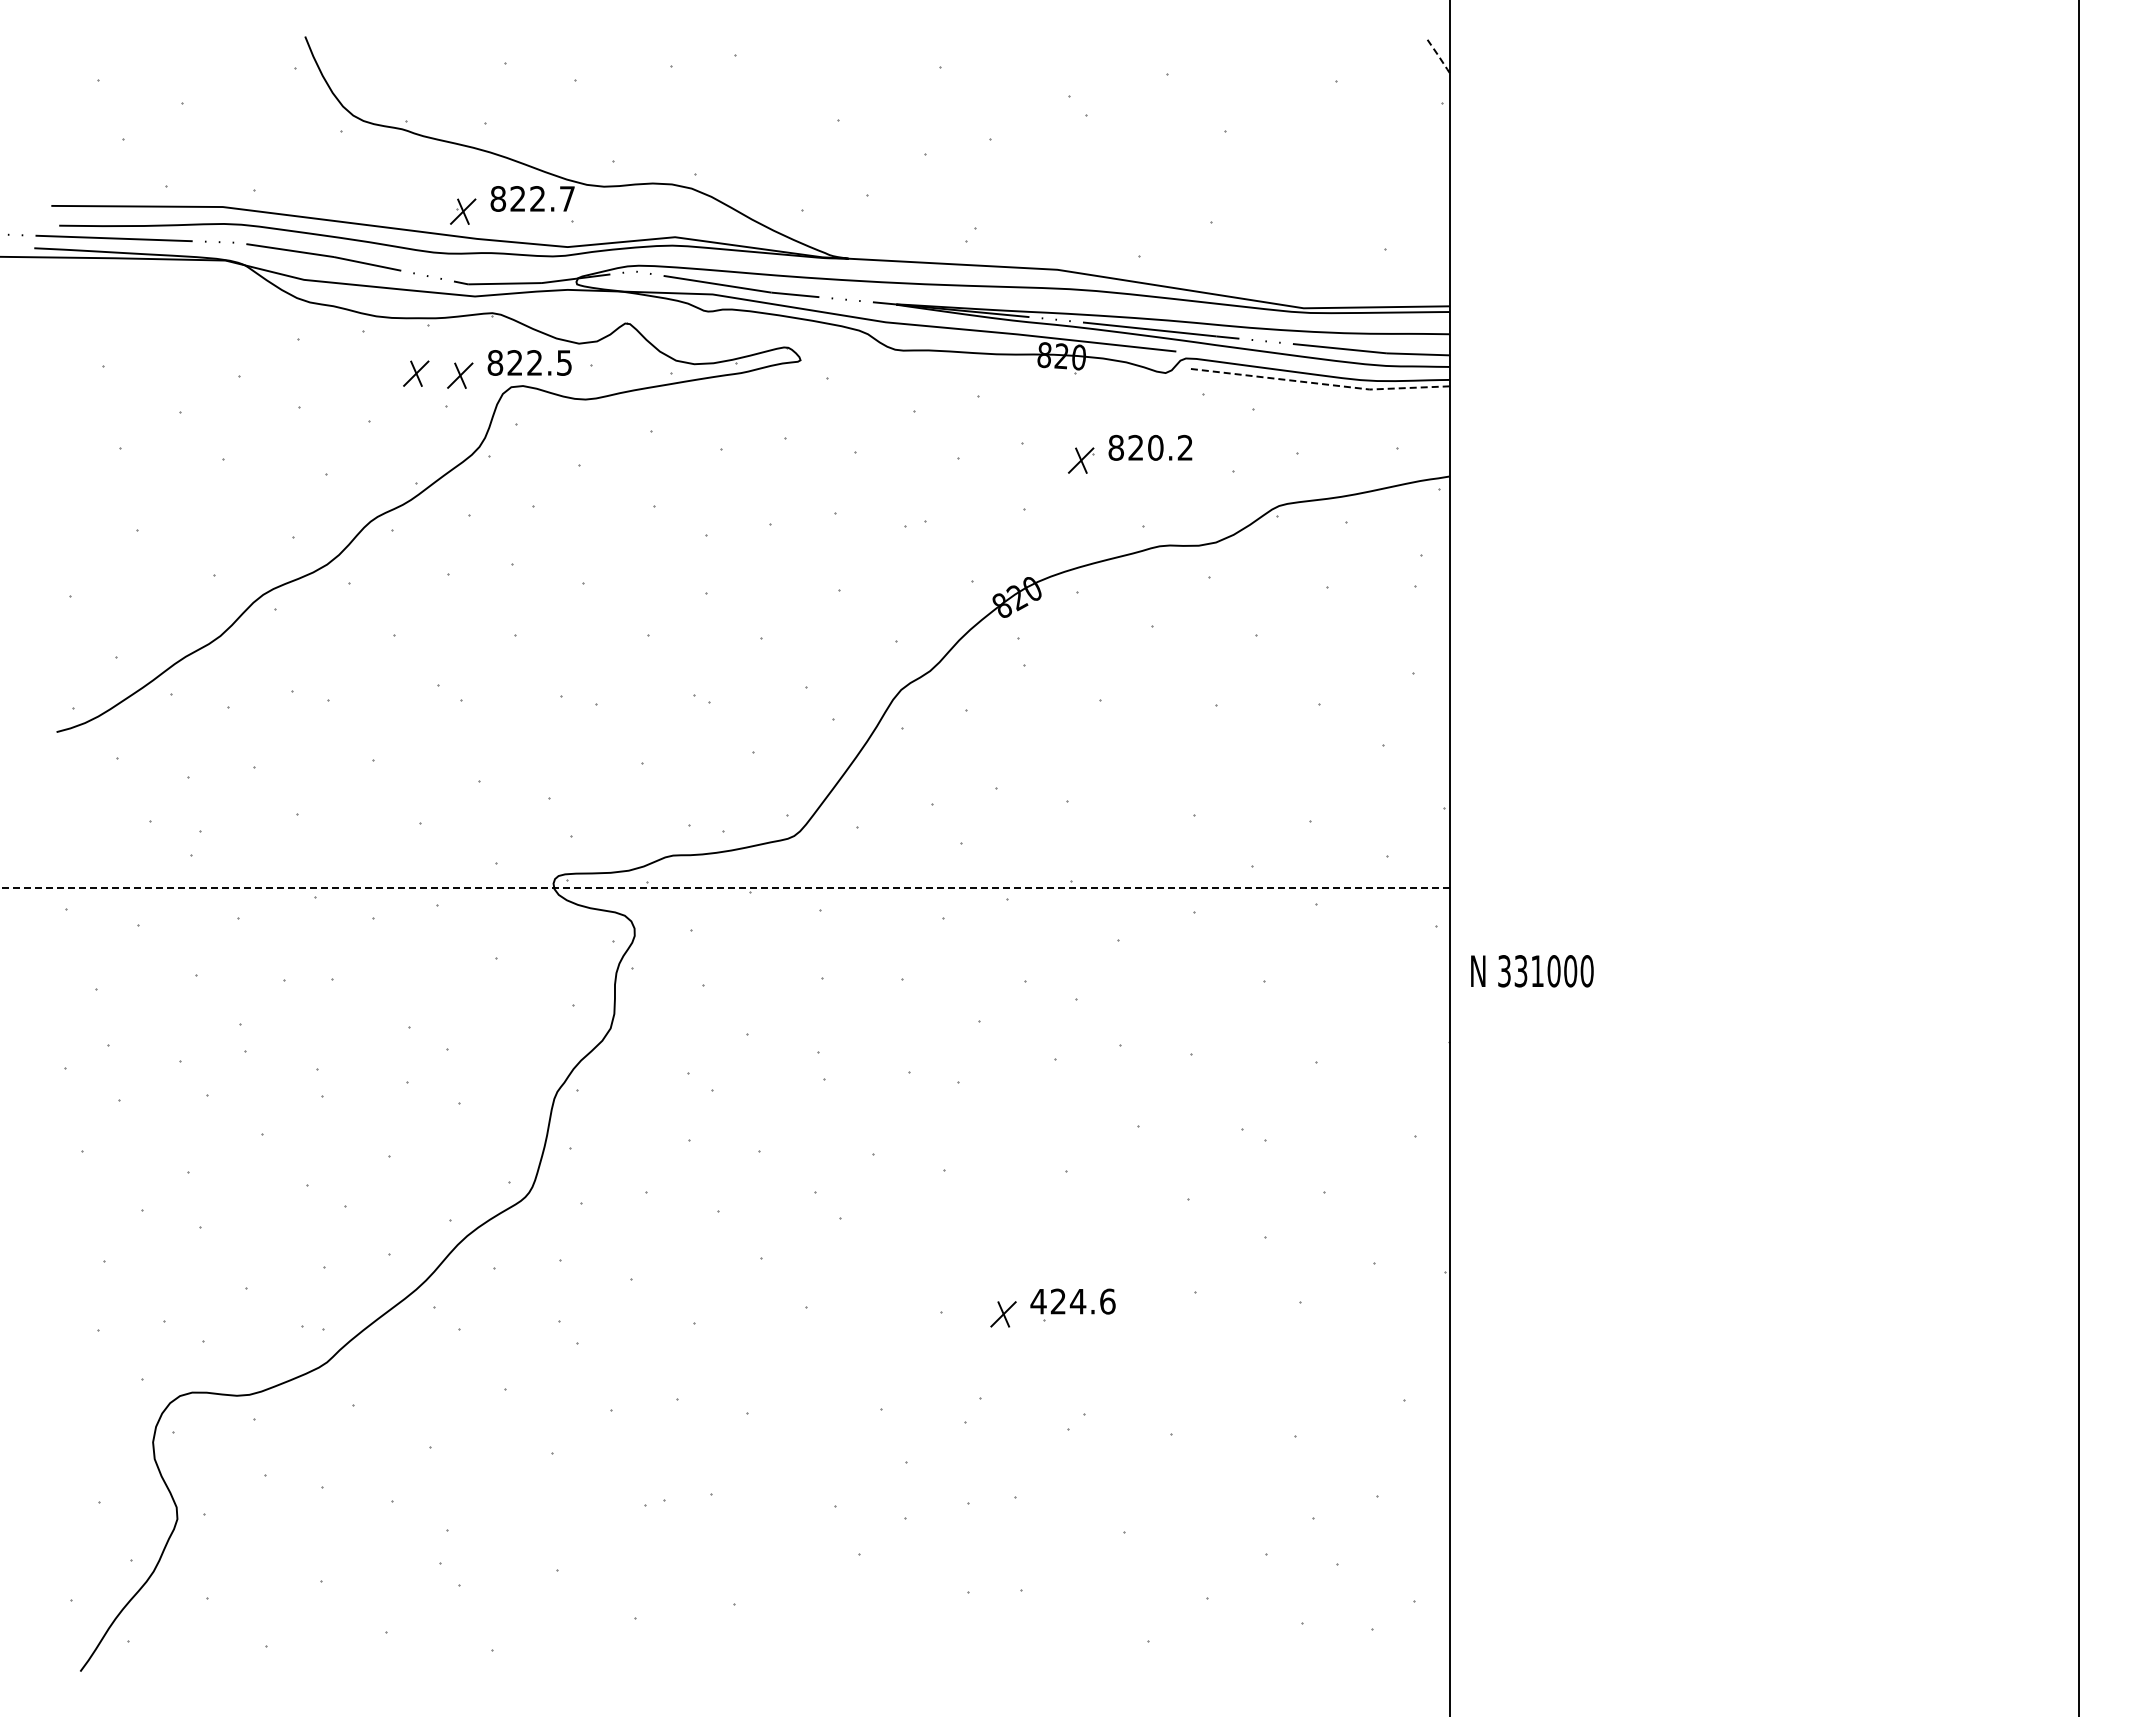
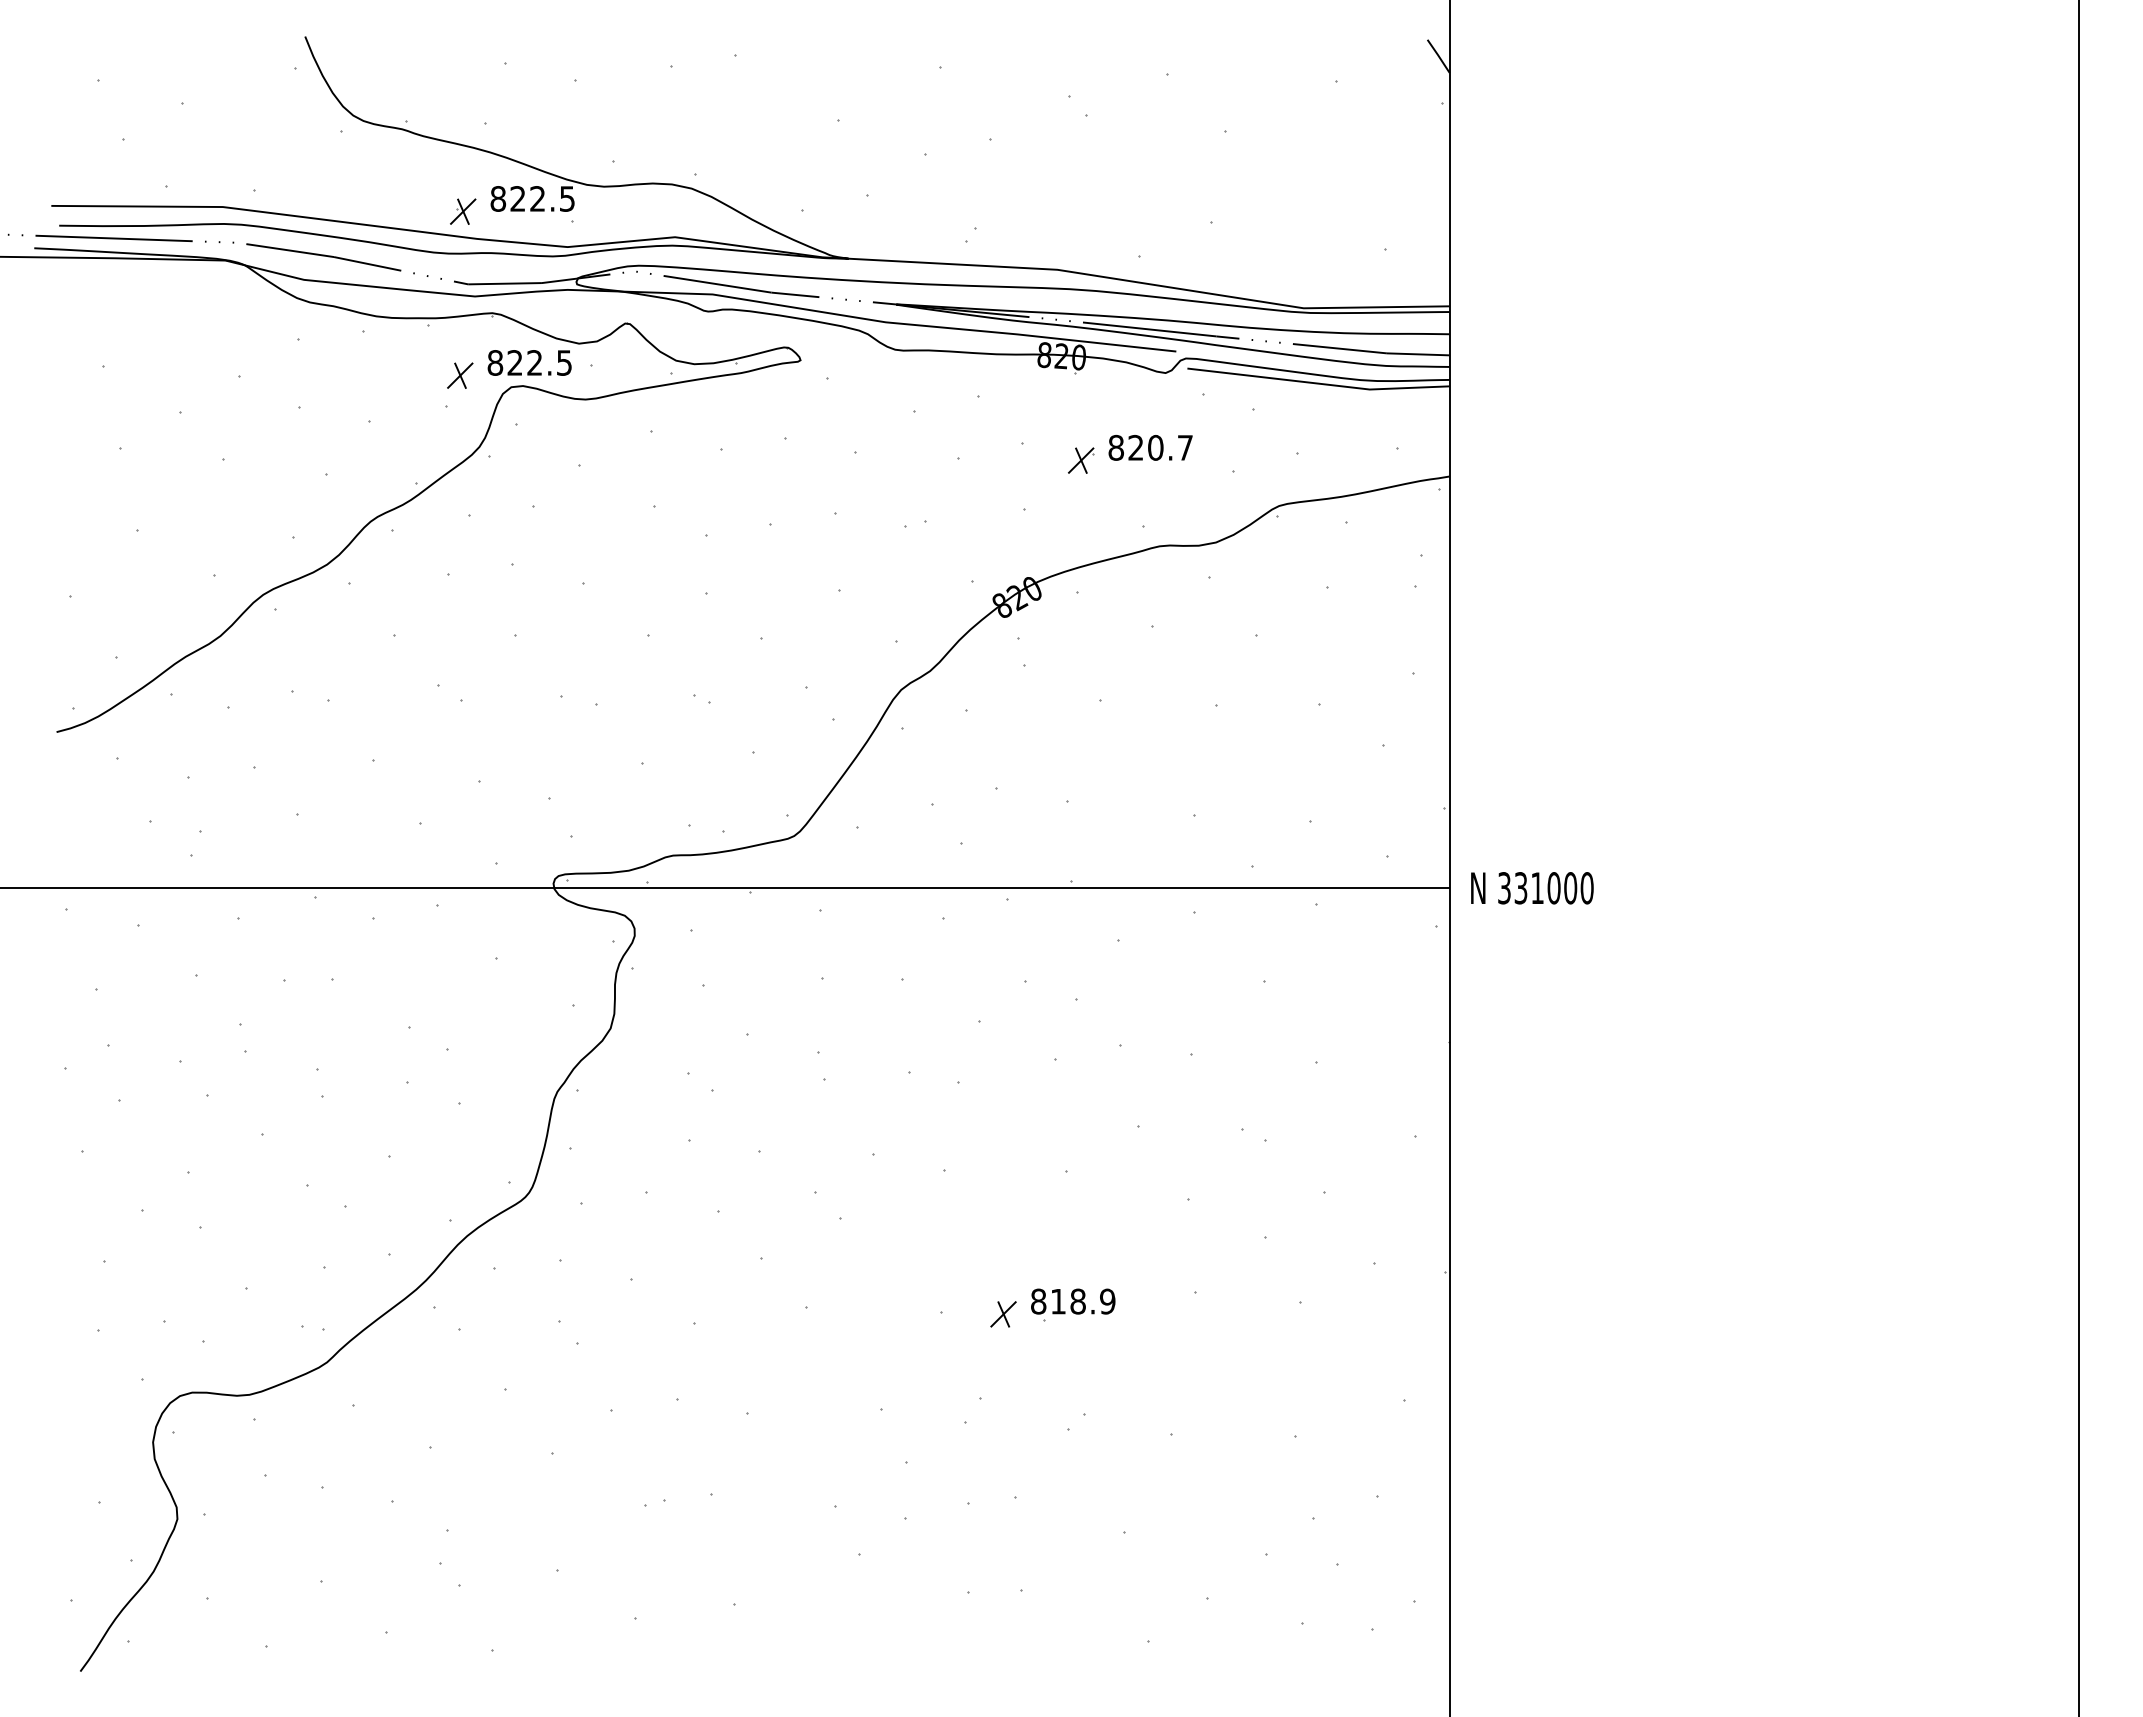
line at (1438, 55): dashed -> solid
text at (567, 198): 822.7 -> 822.5
part at (416, 373): present -> none
line at (1318, 383): dashed -> solid
text at (1184, 447): 820.2 -> 820.7
line at (724, 888): dashed -> solid
text at (1532, 971) position: (1532, 971) -> (1532, 888)
text at (1072, 1301): 424.6 -> 818.9
